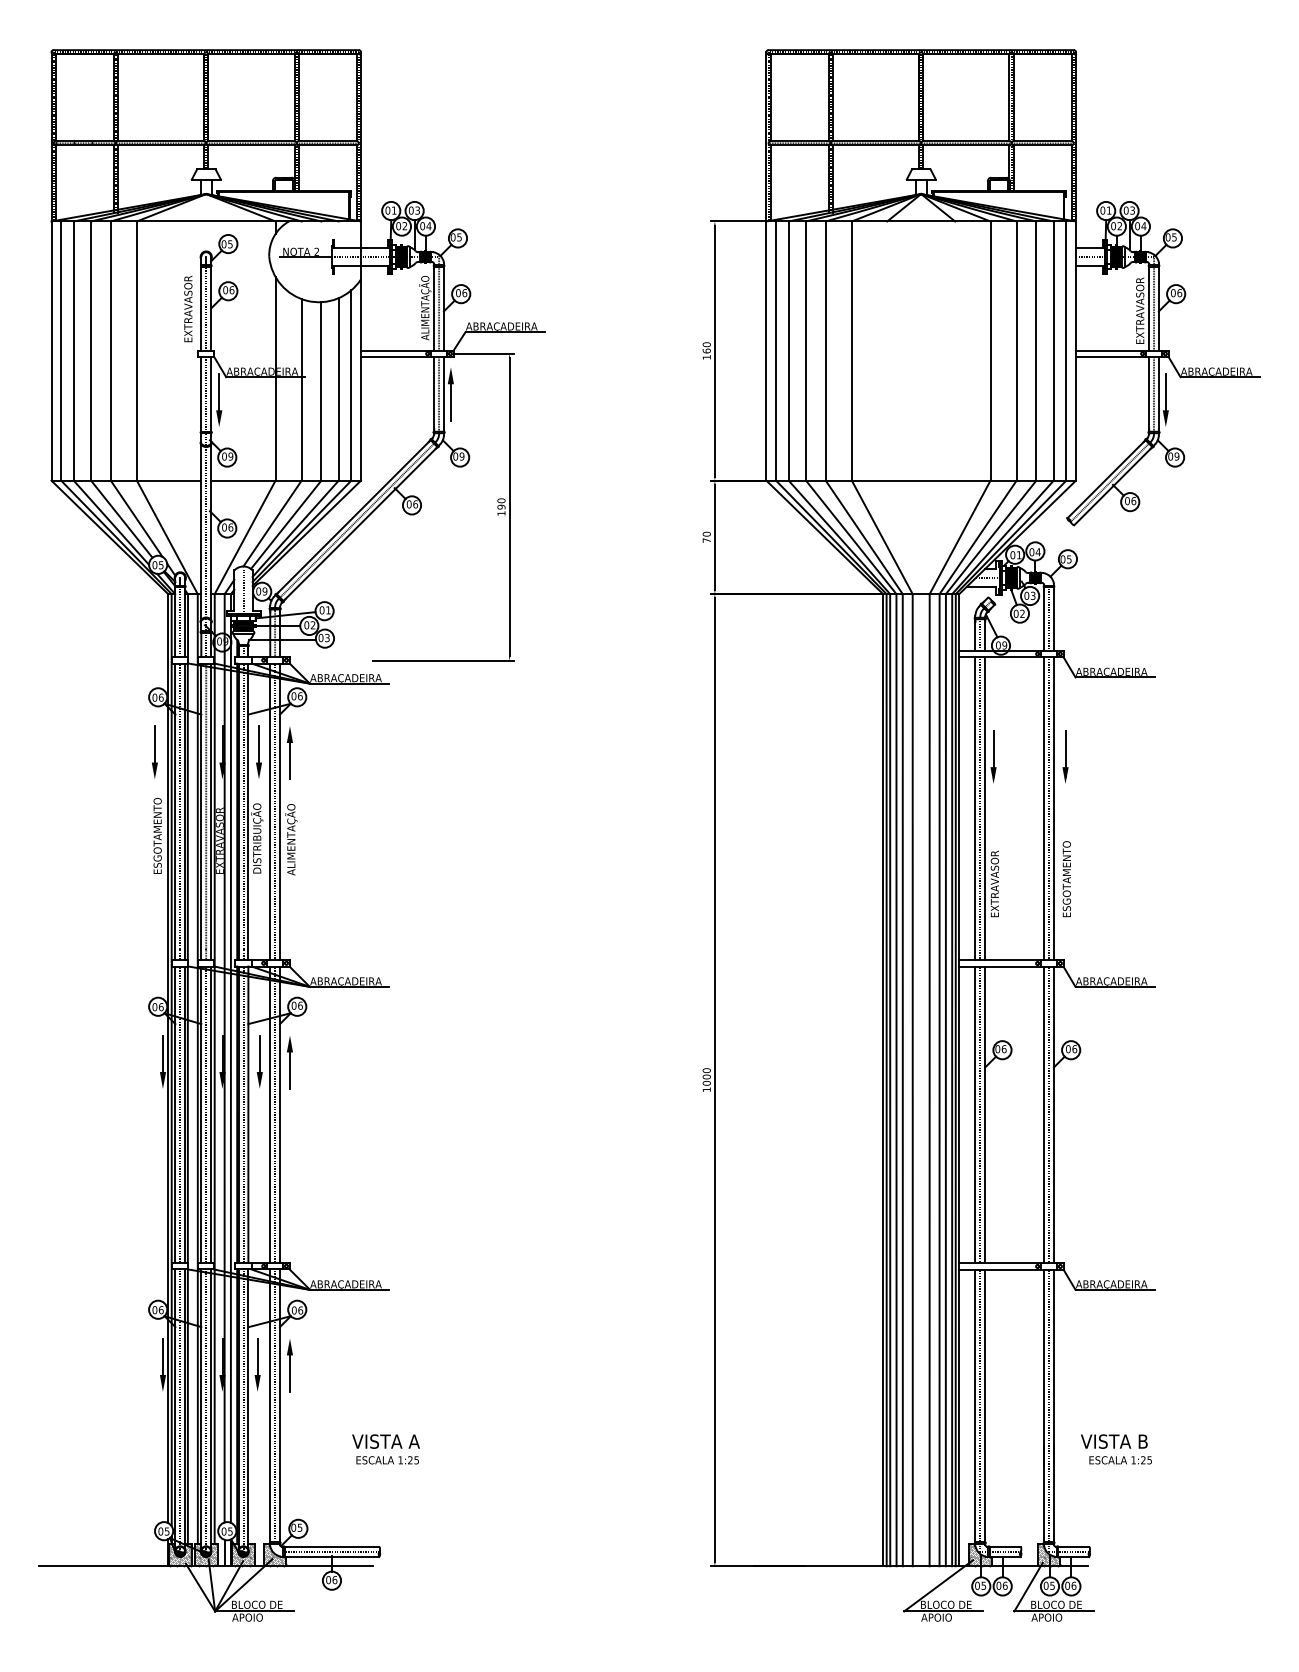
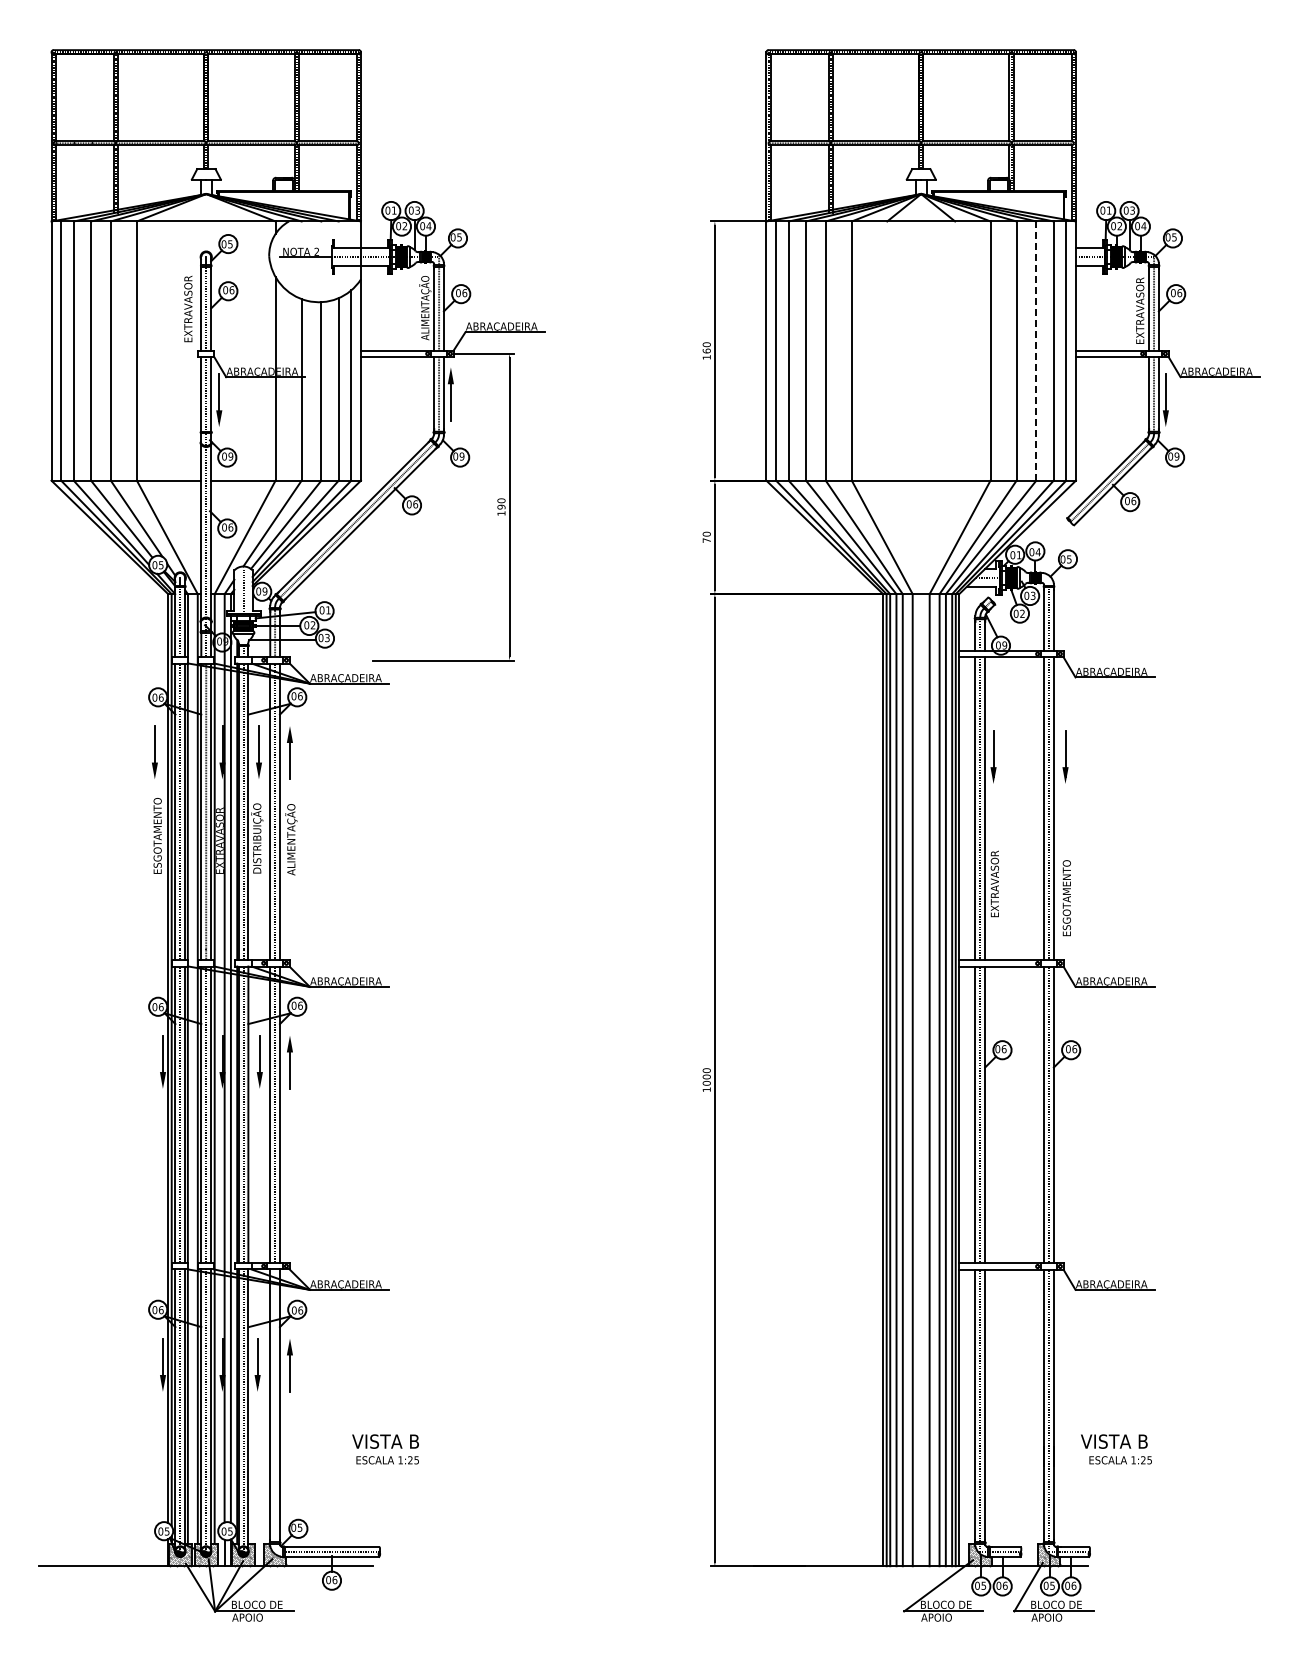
line at (1036, 351): solid -> dashed
text at (1066, 879) position: (1066, 879) -> (1066, 898)
line at (275, 1405): present -> none
text at (413, 1441): VISTA A -> VISTA B
